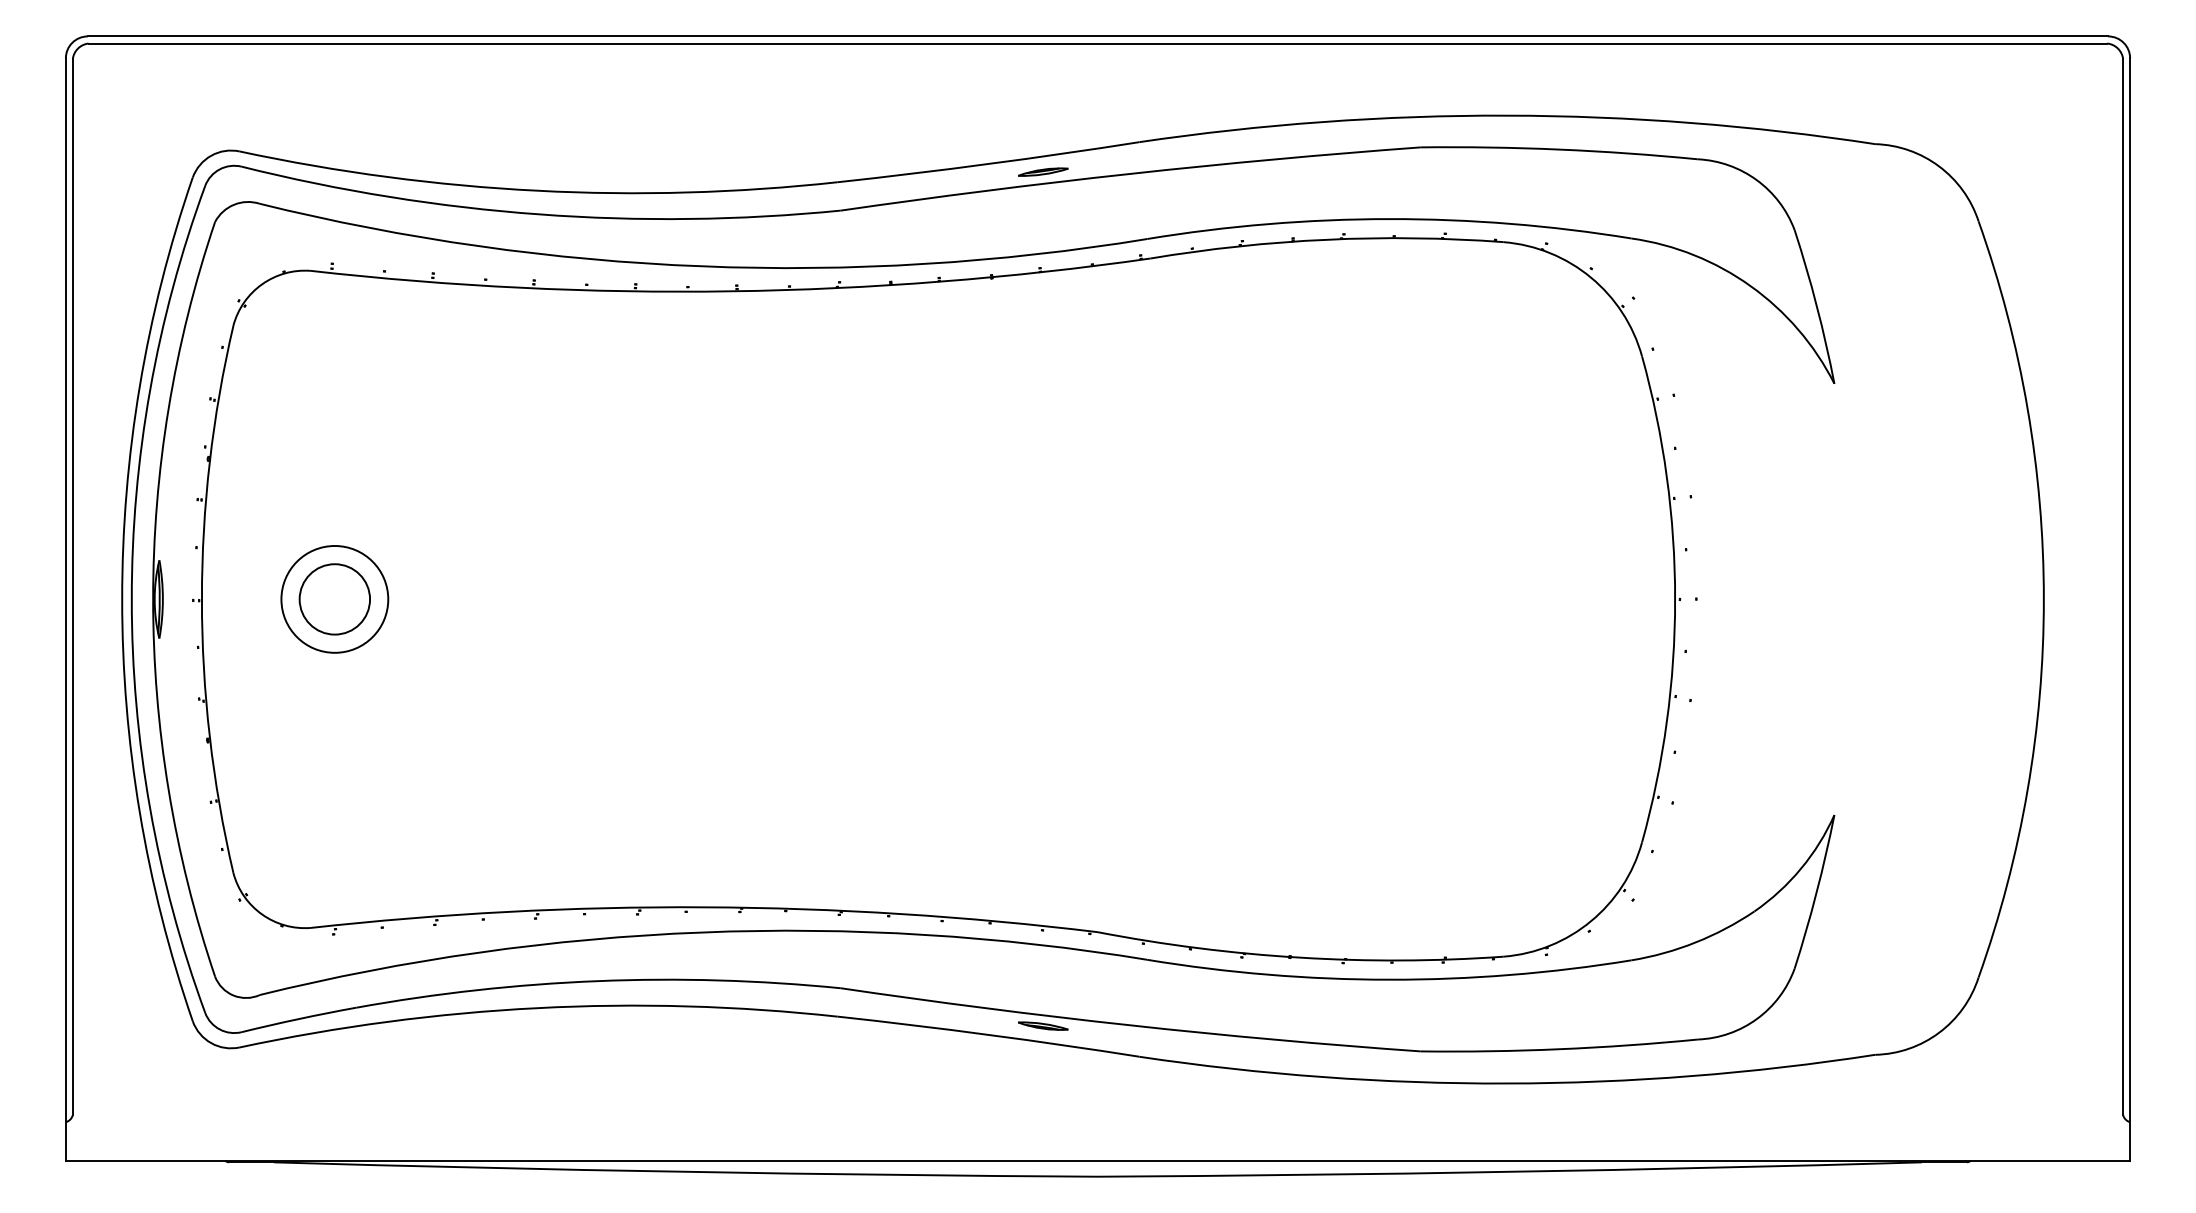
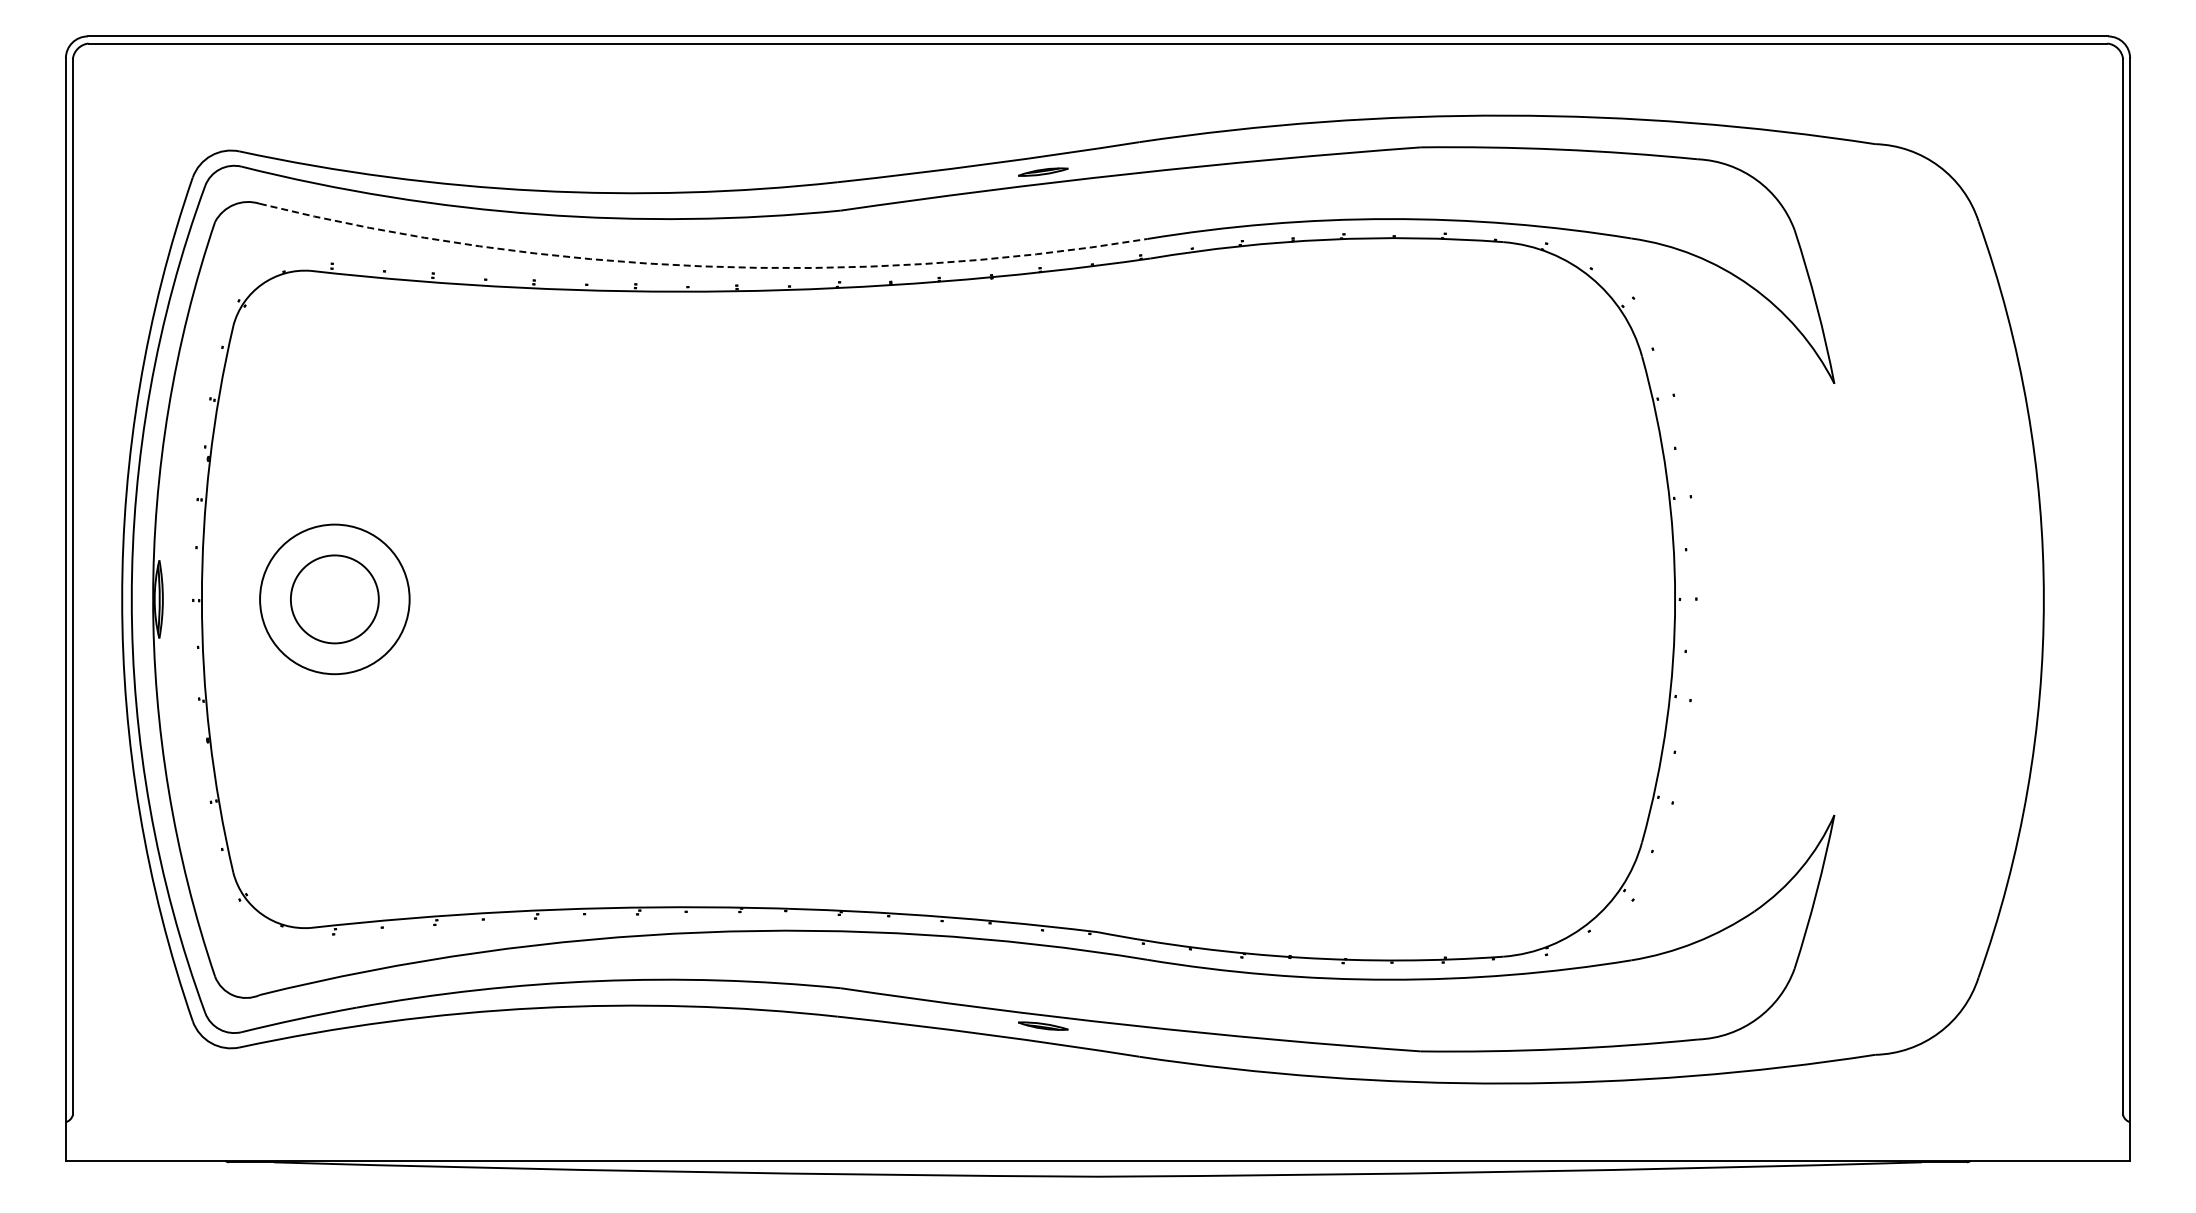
arc at (701, 266): solid -> dashed
circle at (334, 598) diameter: 107 px -> 150 px
circle at (334, 599) diameter: 70 px -> 88 px
